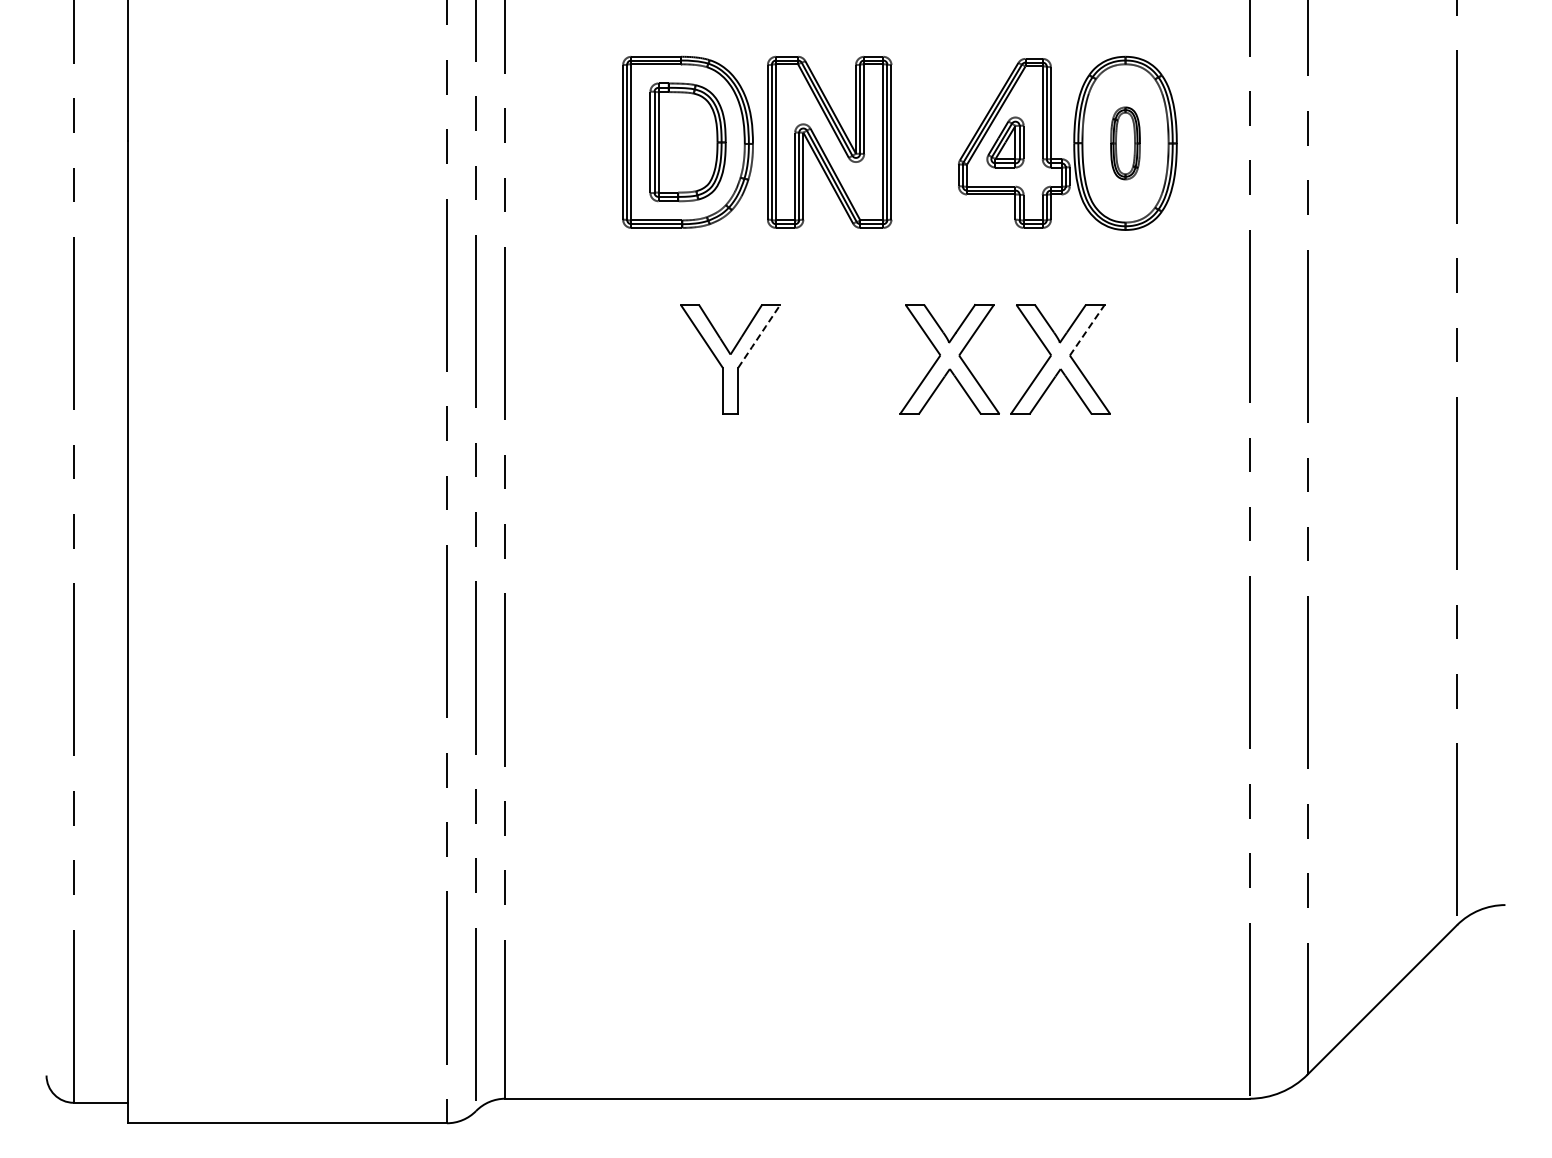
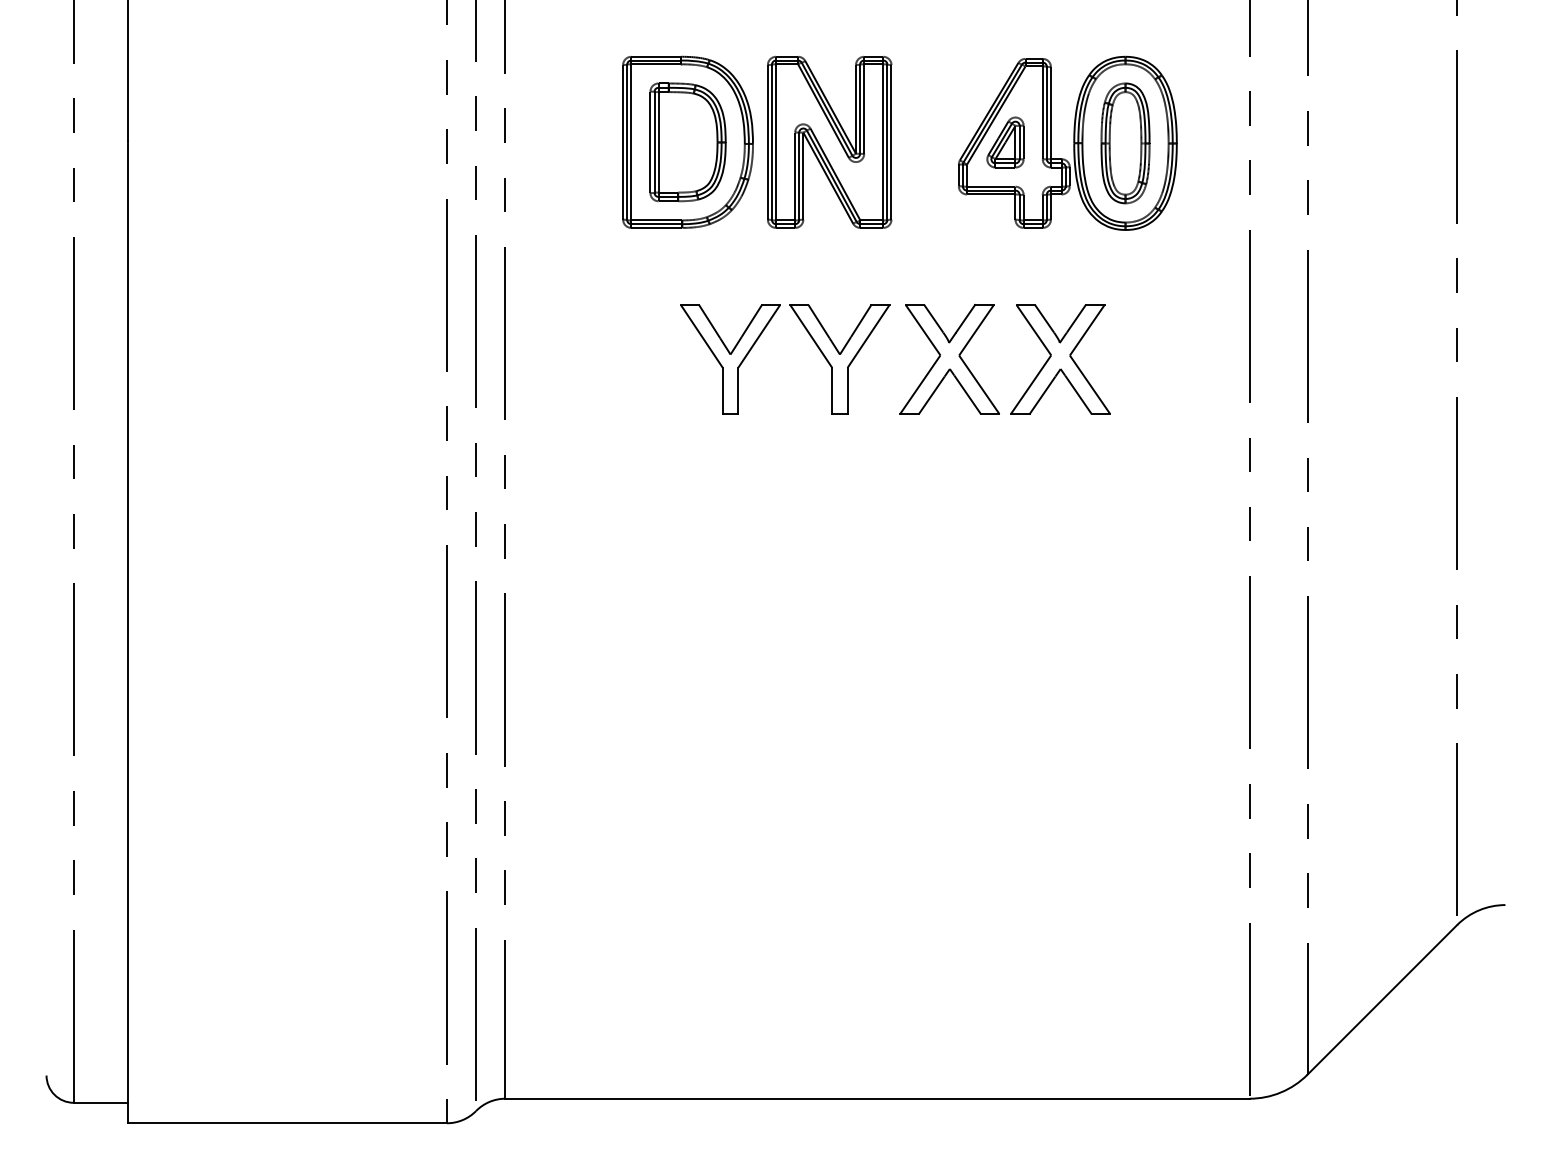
part at (1125, 143) size: 31x75 px -> 51x123 px
line at (1087, 329): dashed -> solid
line at (759, 336): dashed -> solid
part at (839, 359): none -> present
